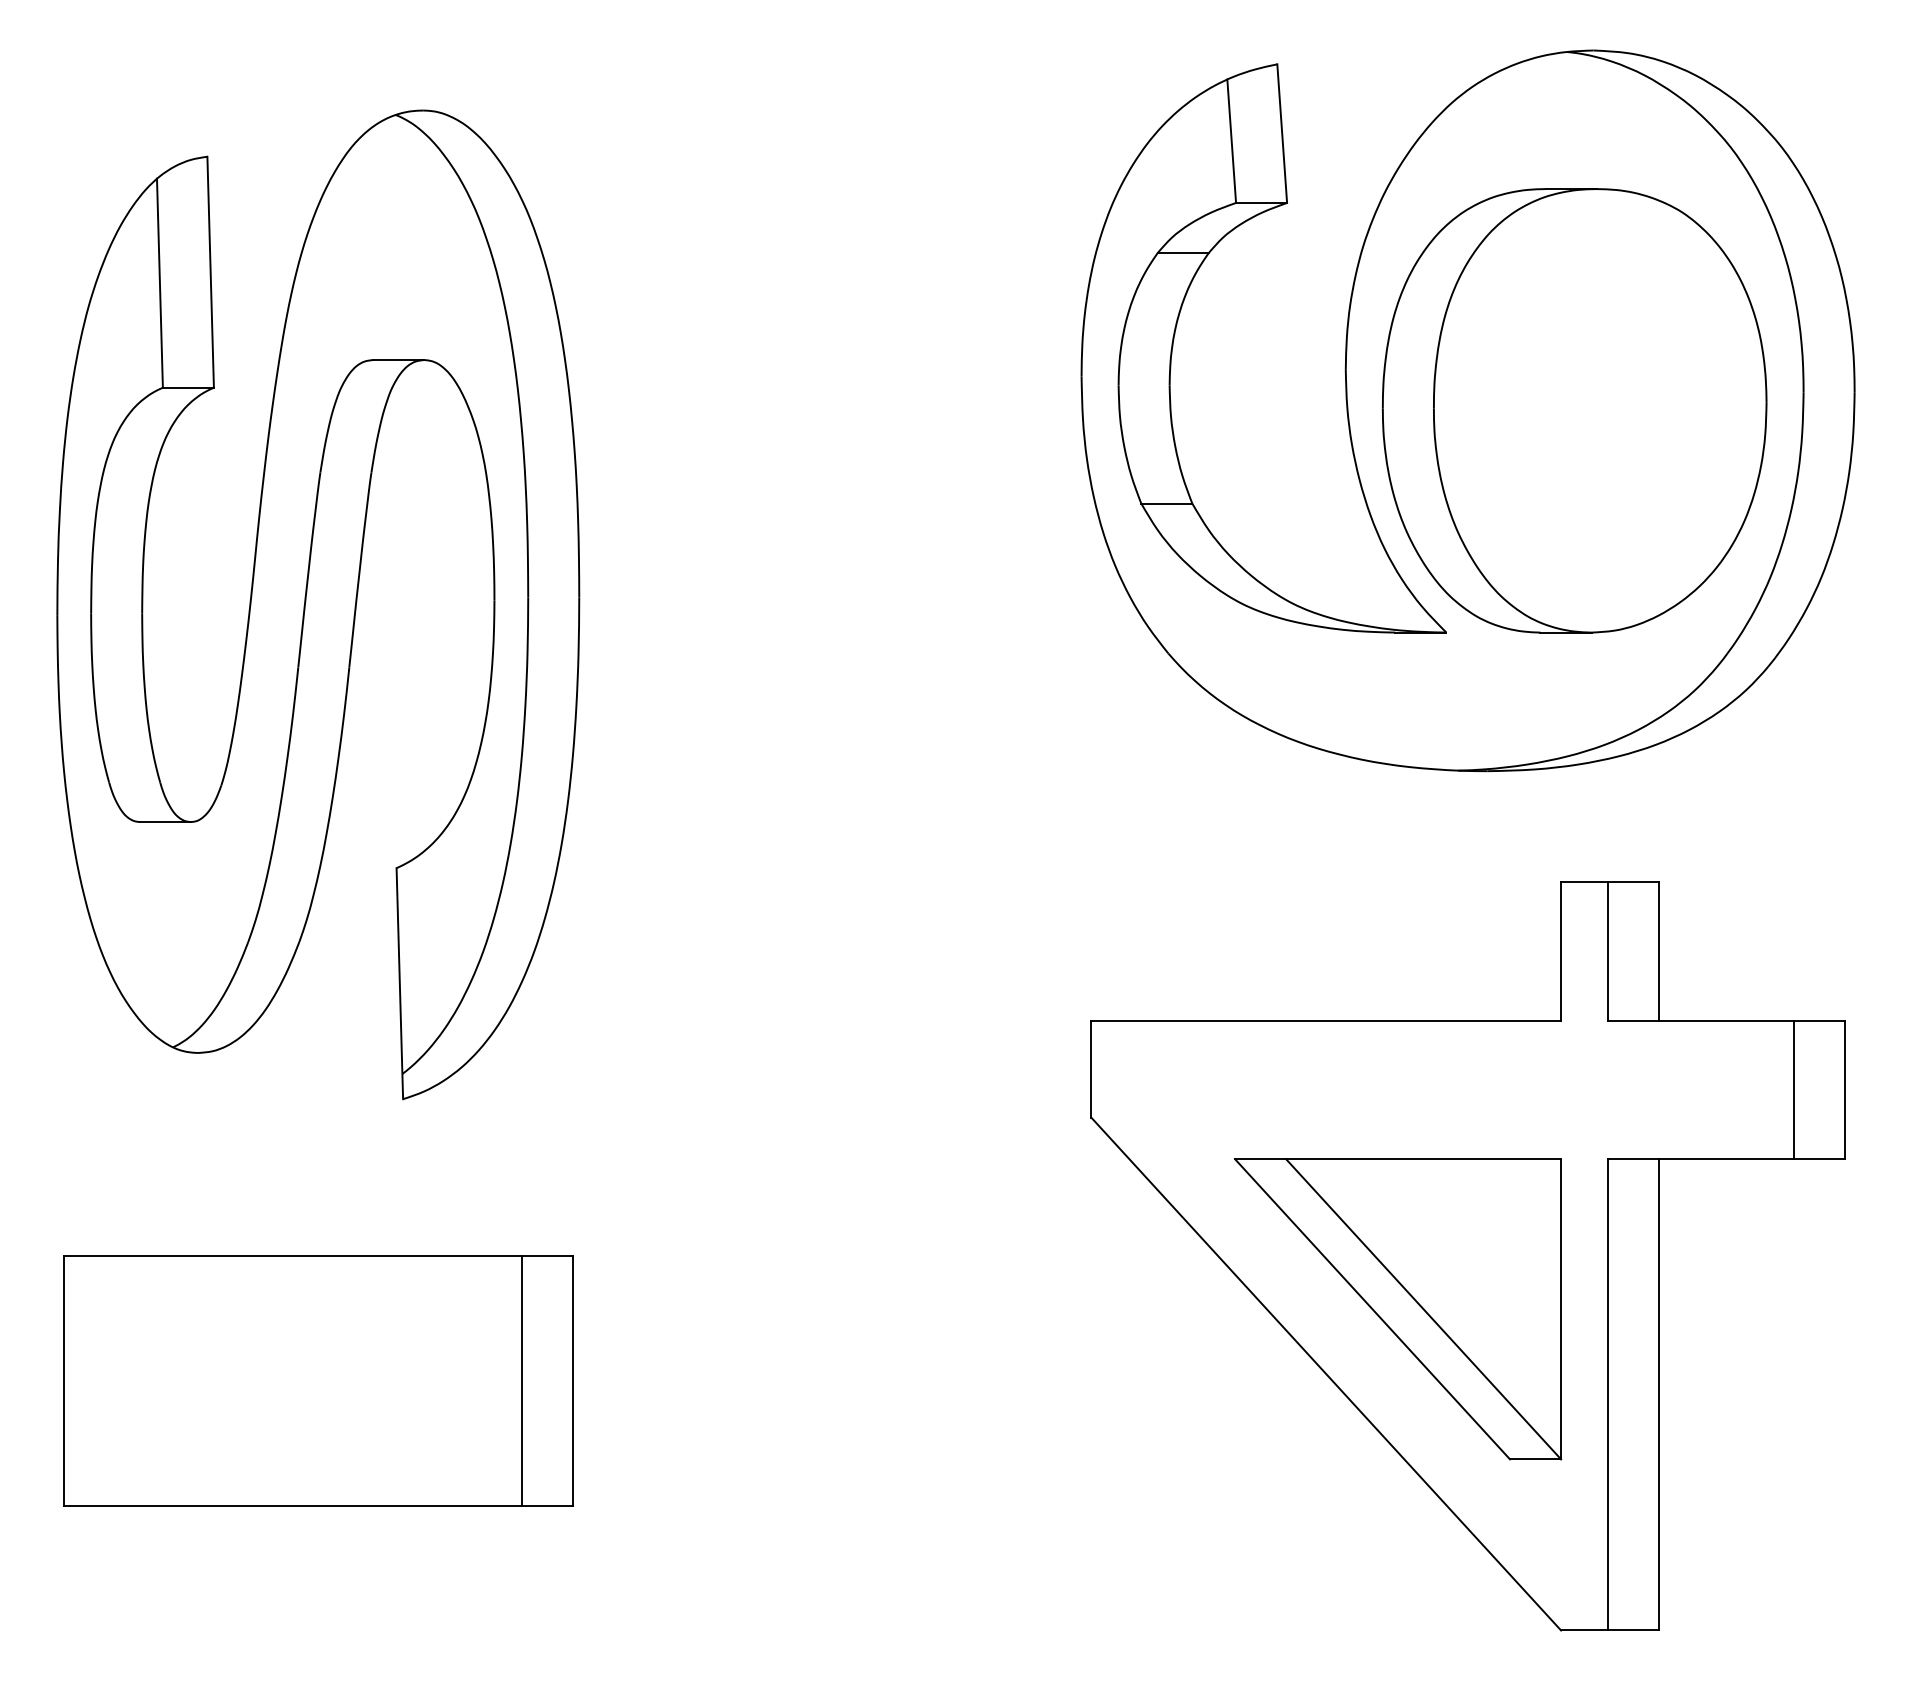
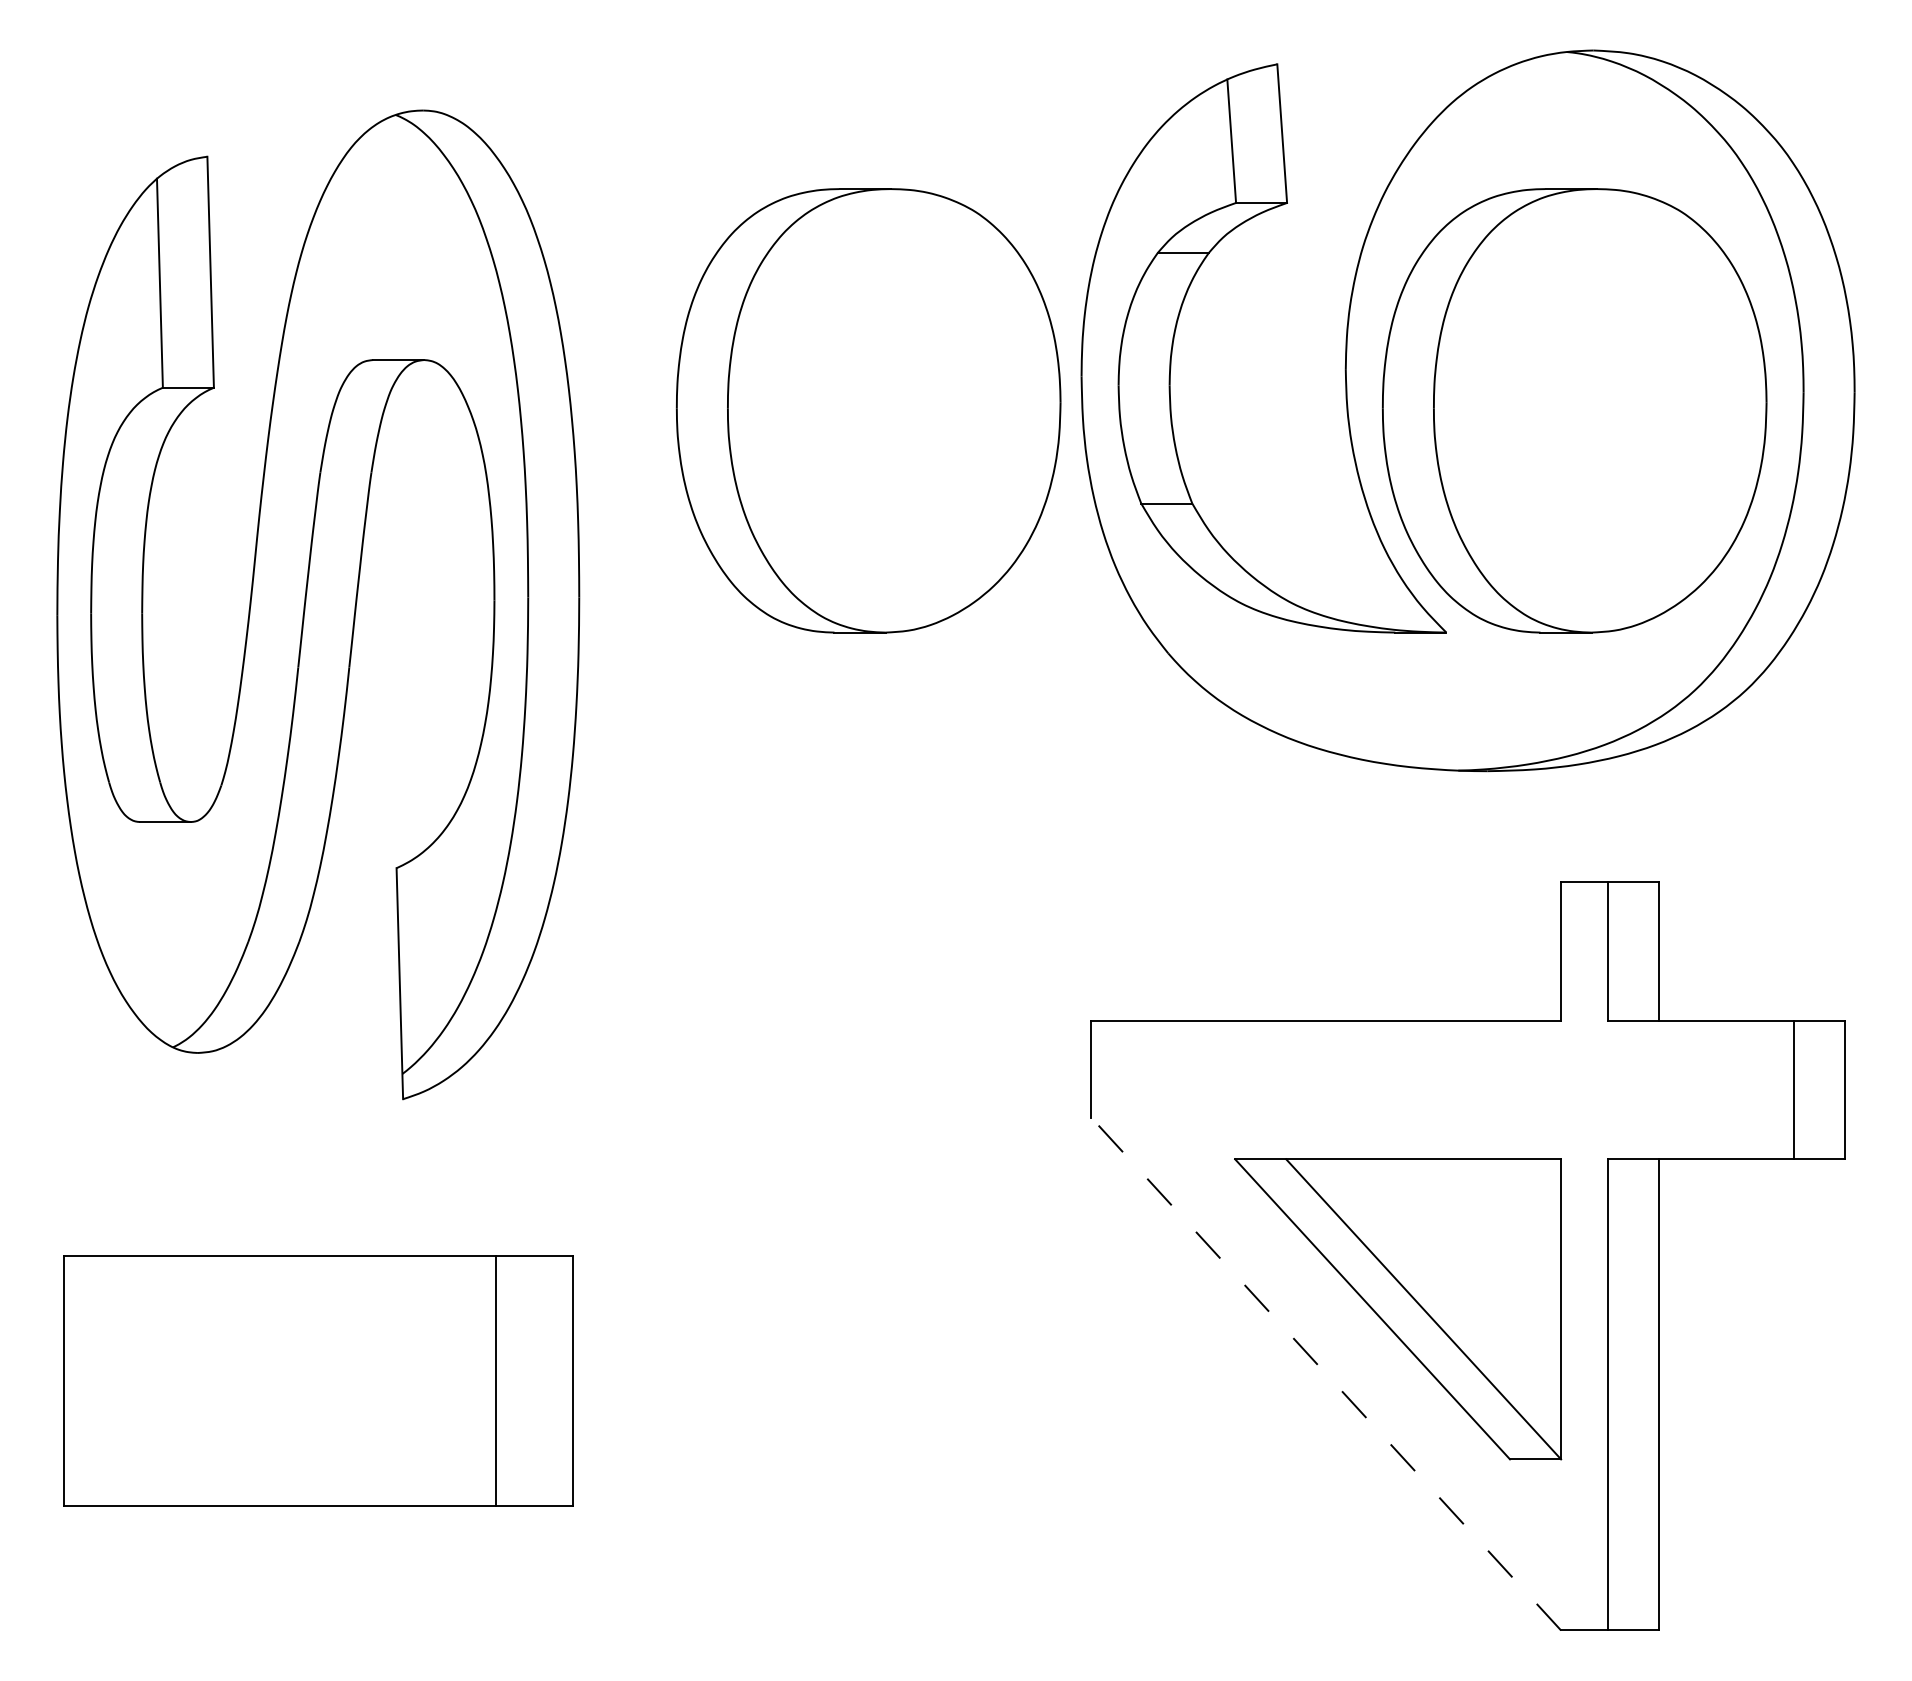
part at (868, 410): none -> present
line at (1326, 1374): solid -> dashed
line at (521, 1380) position: (521, 1380) -> (495, 1380)
